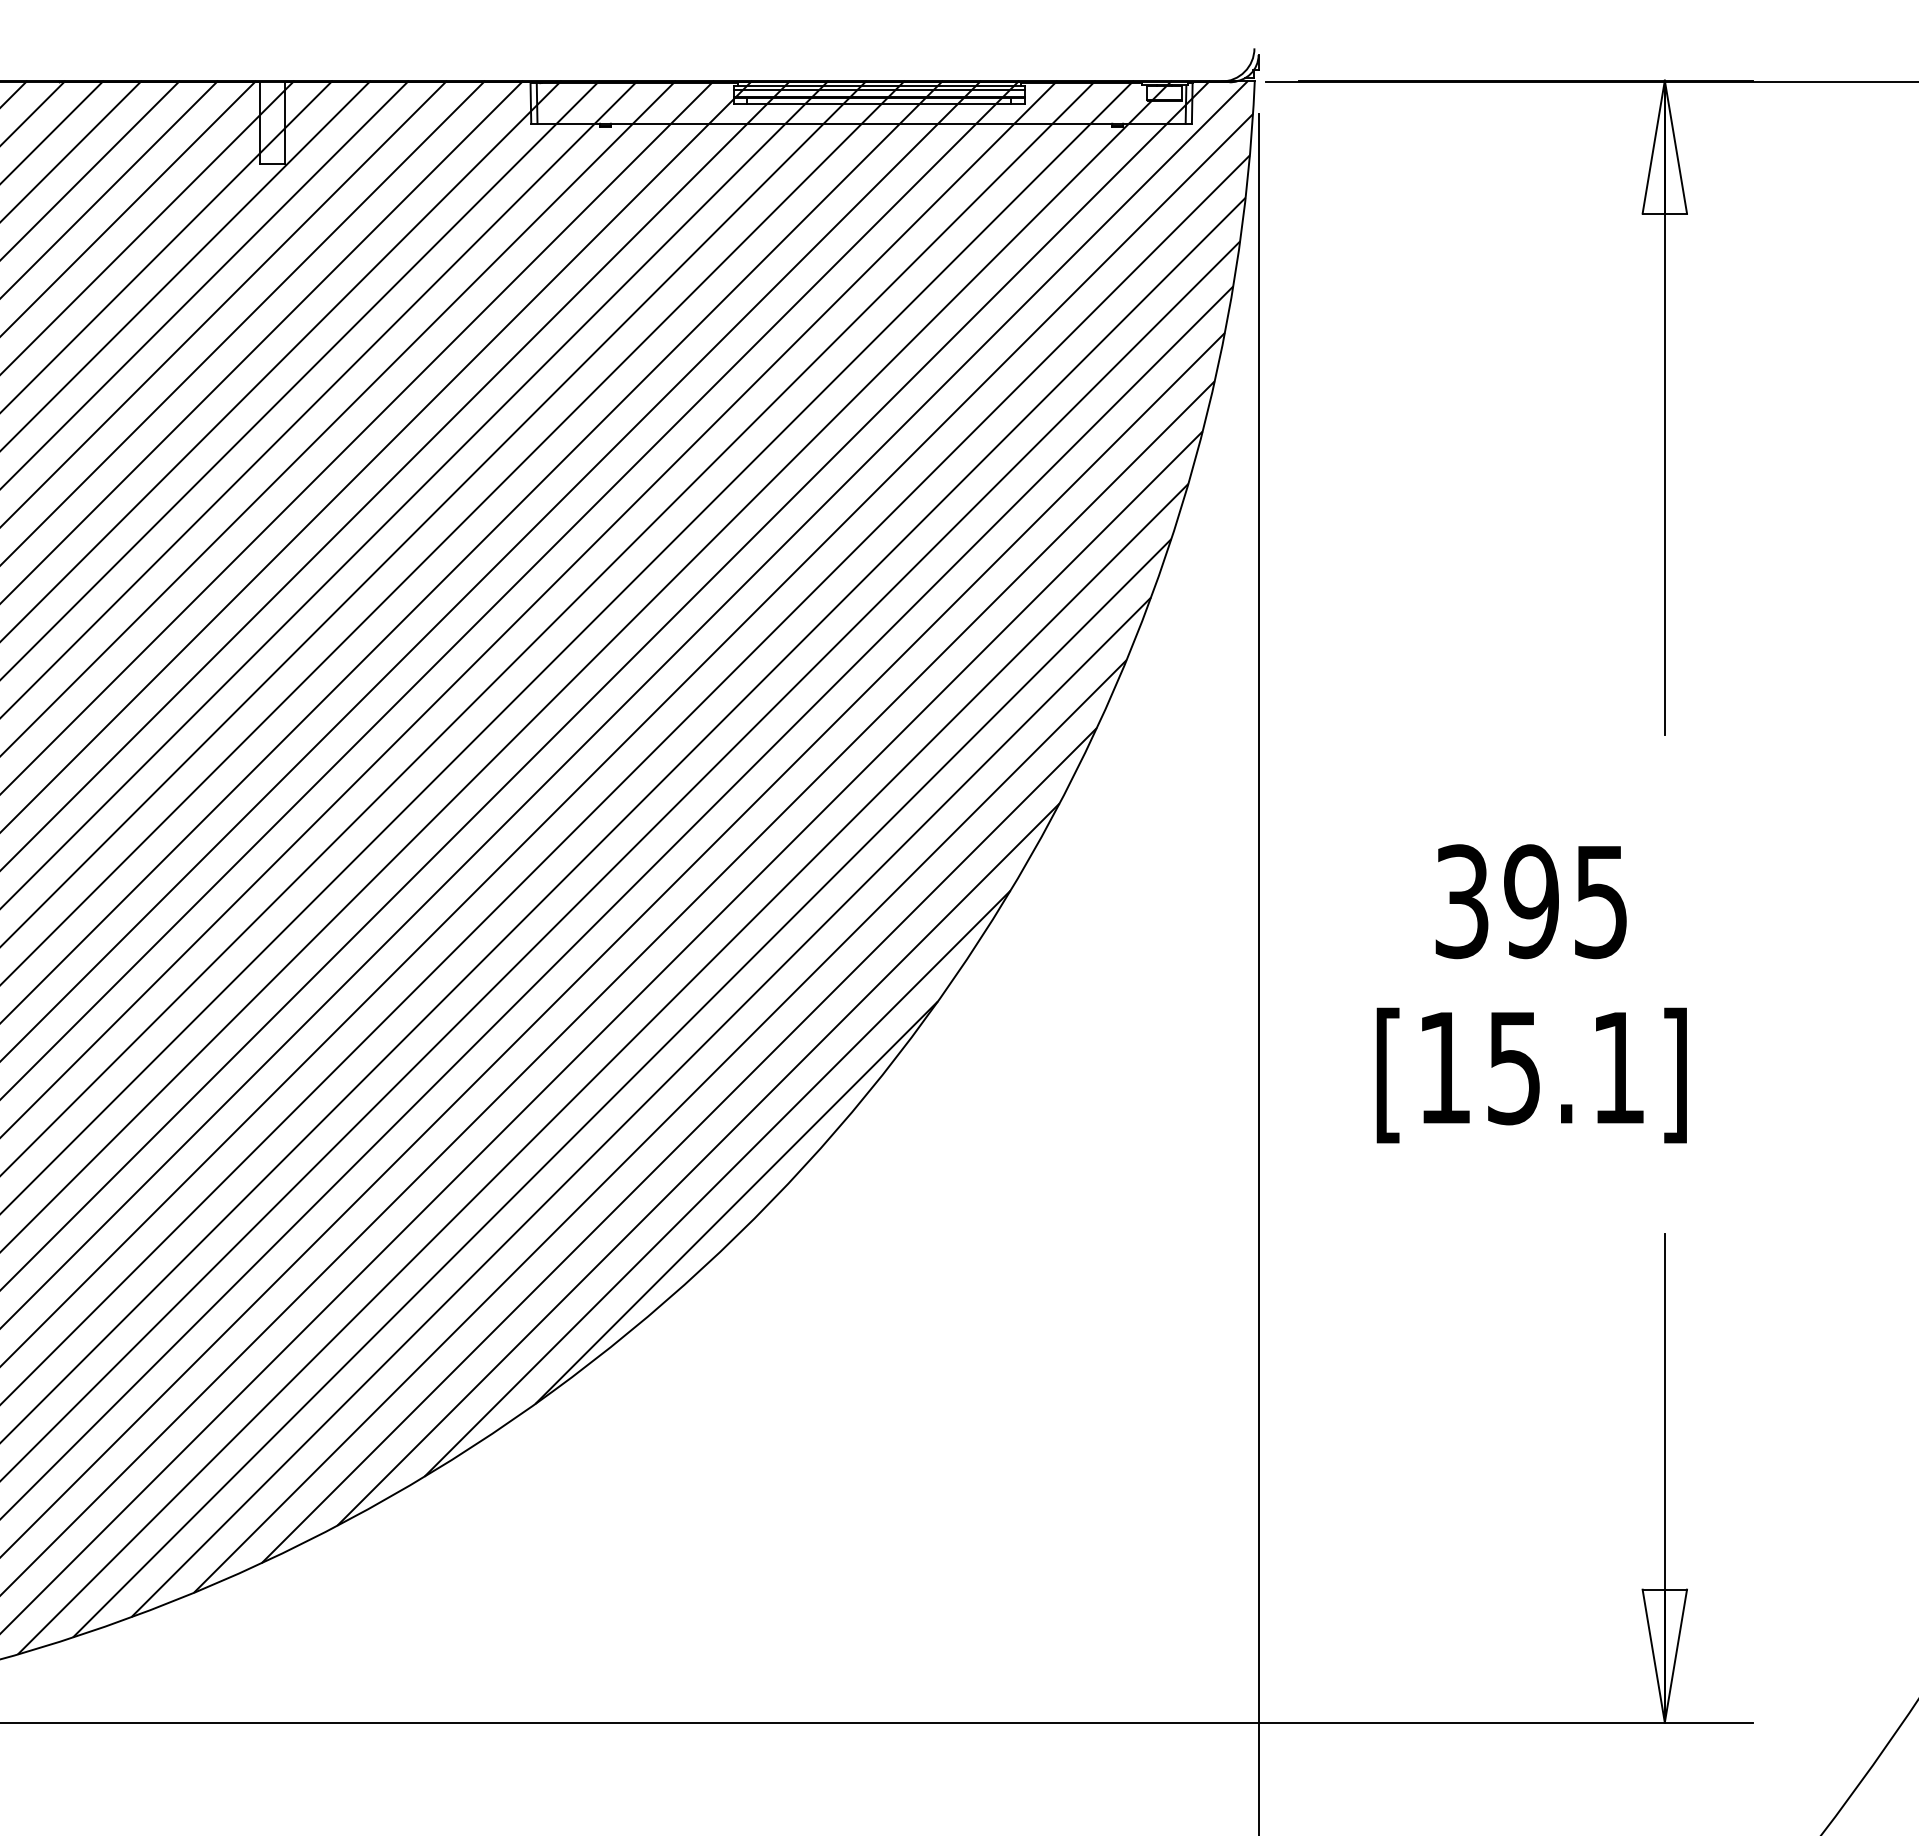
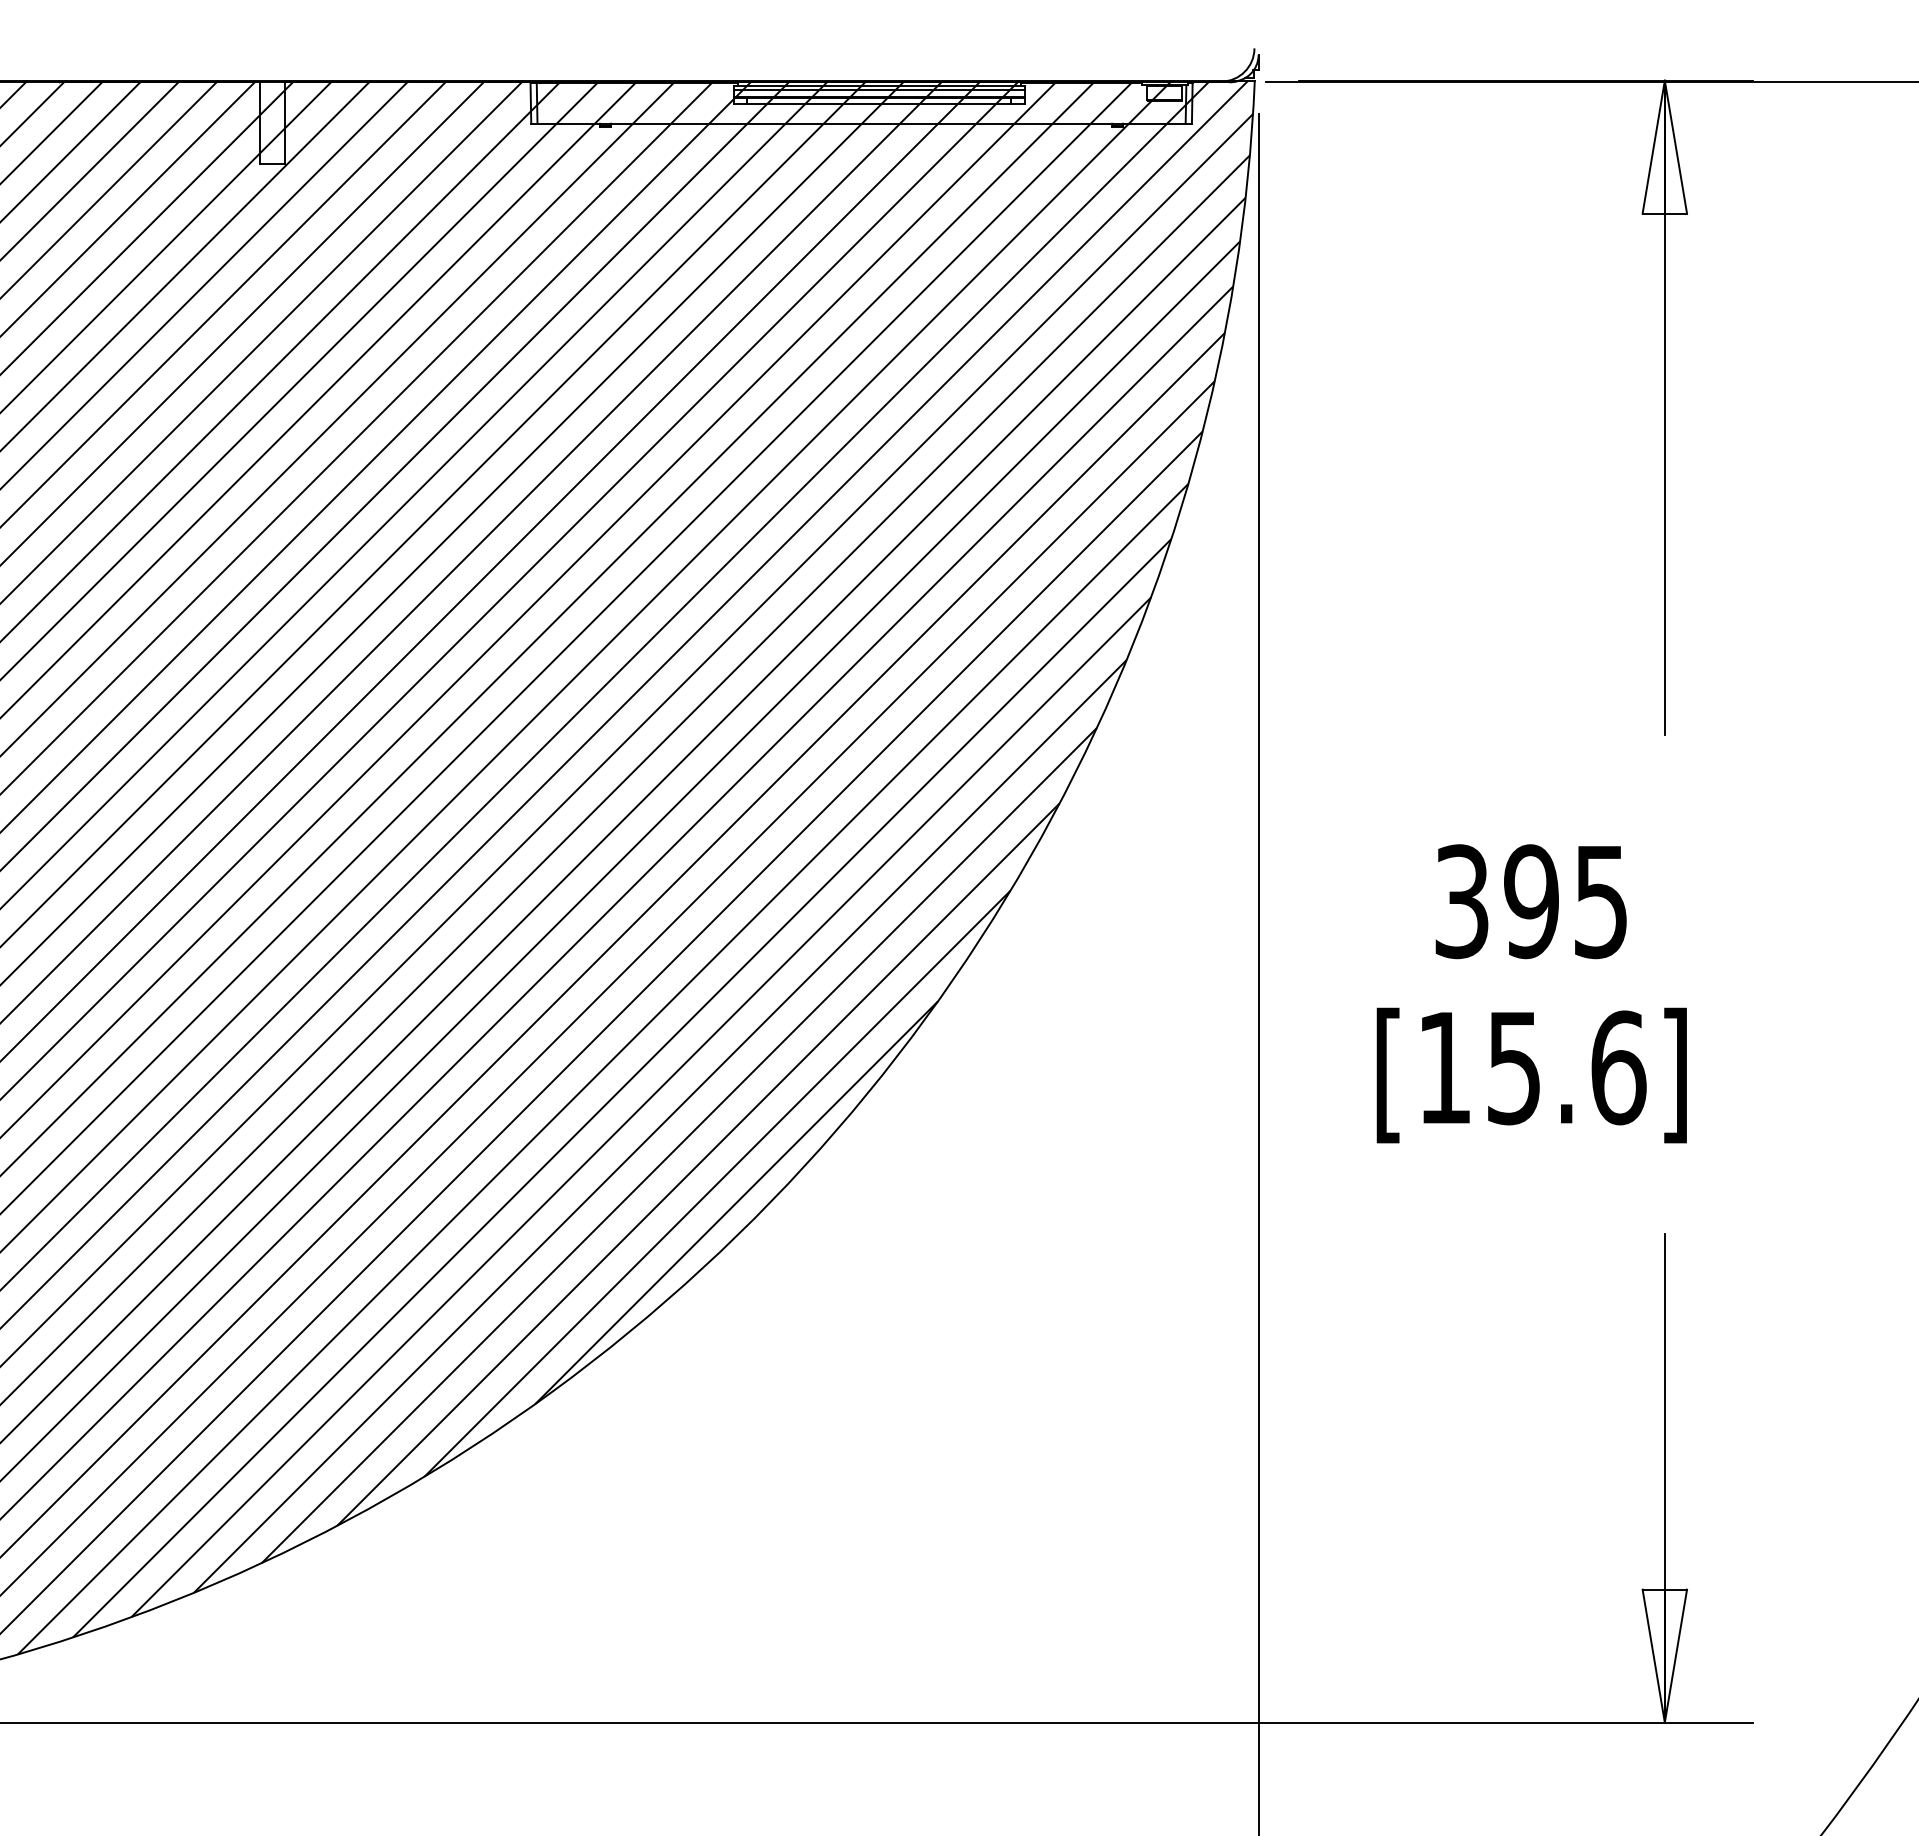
text at (1618, 1067): [15.1] -> [15.6]
